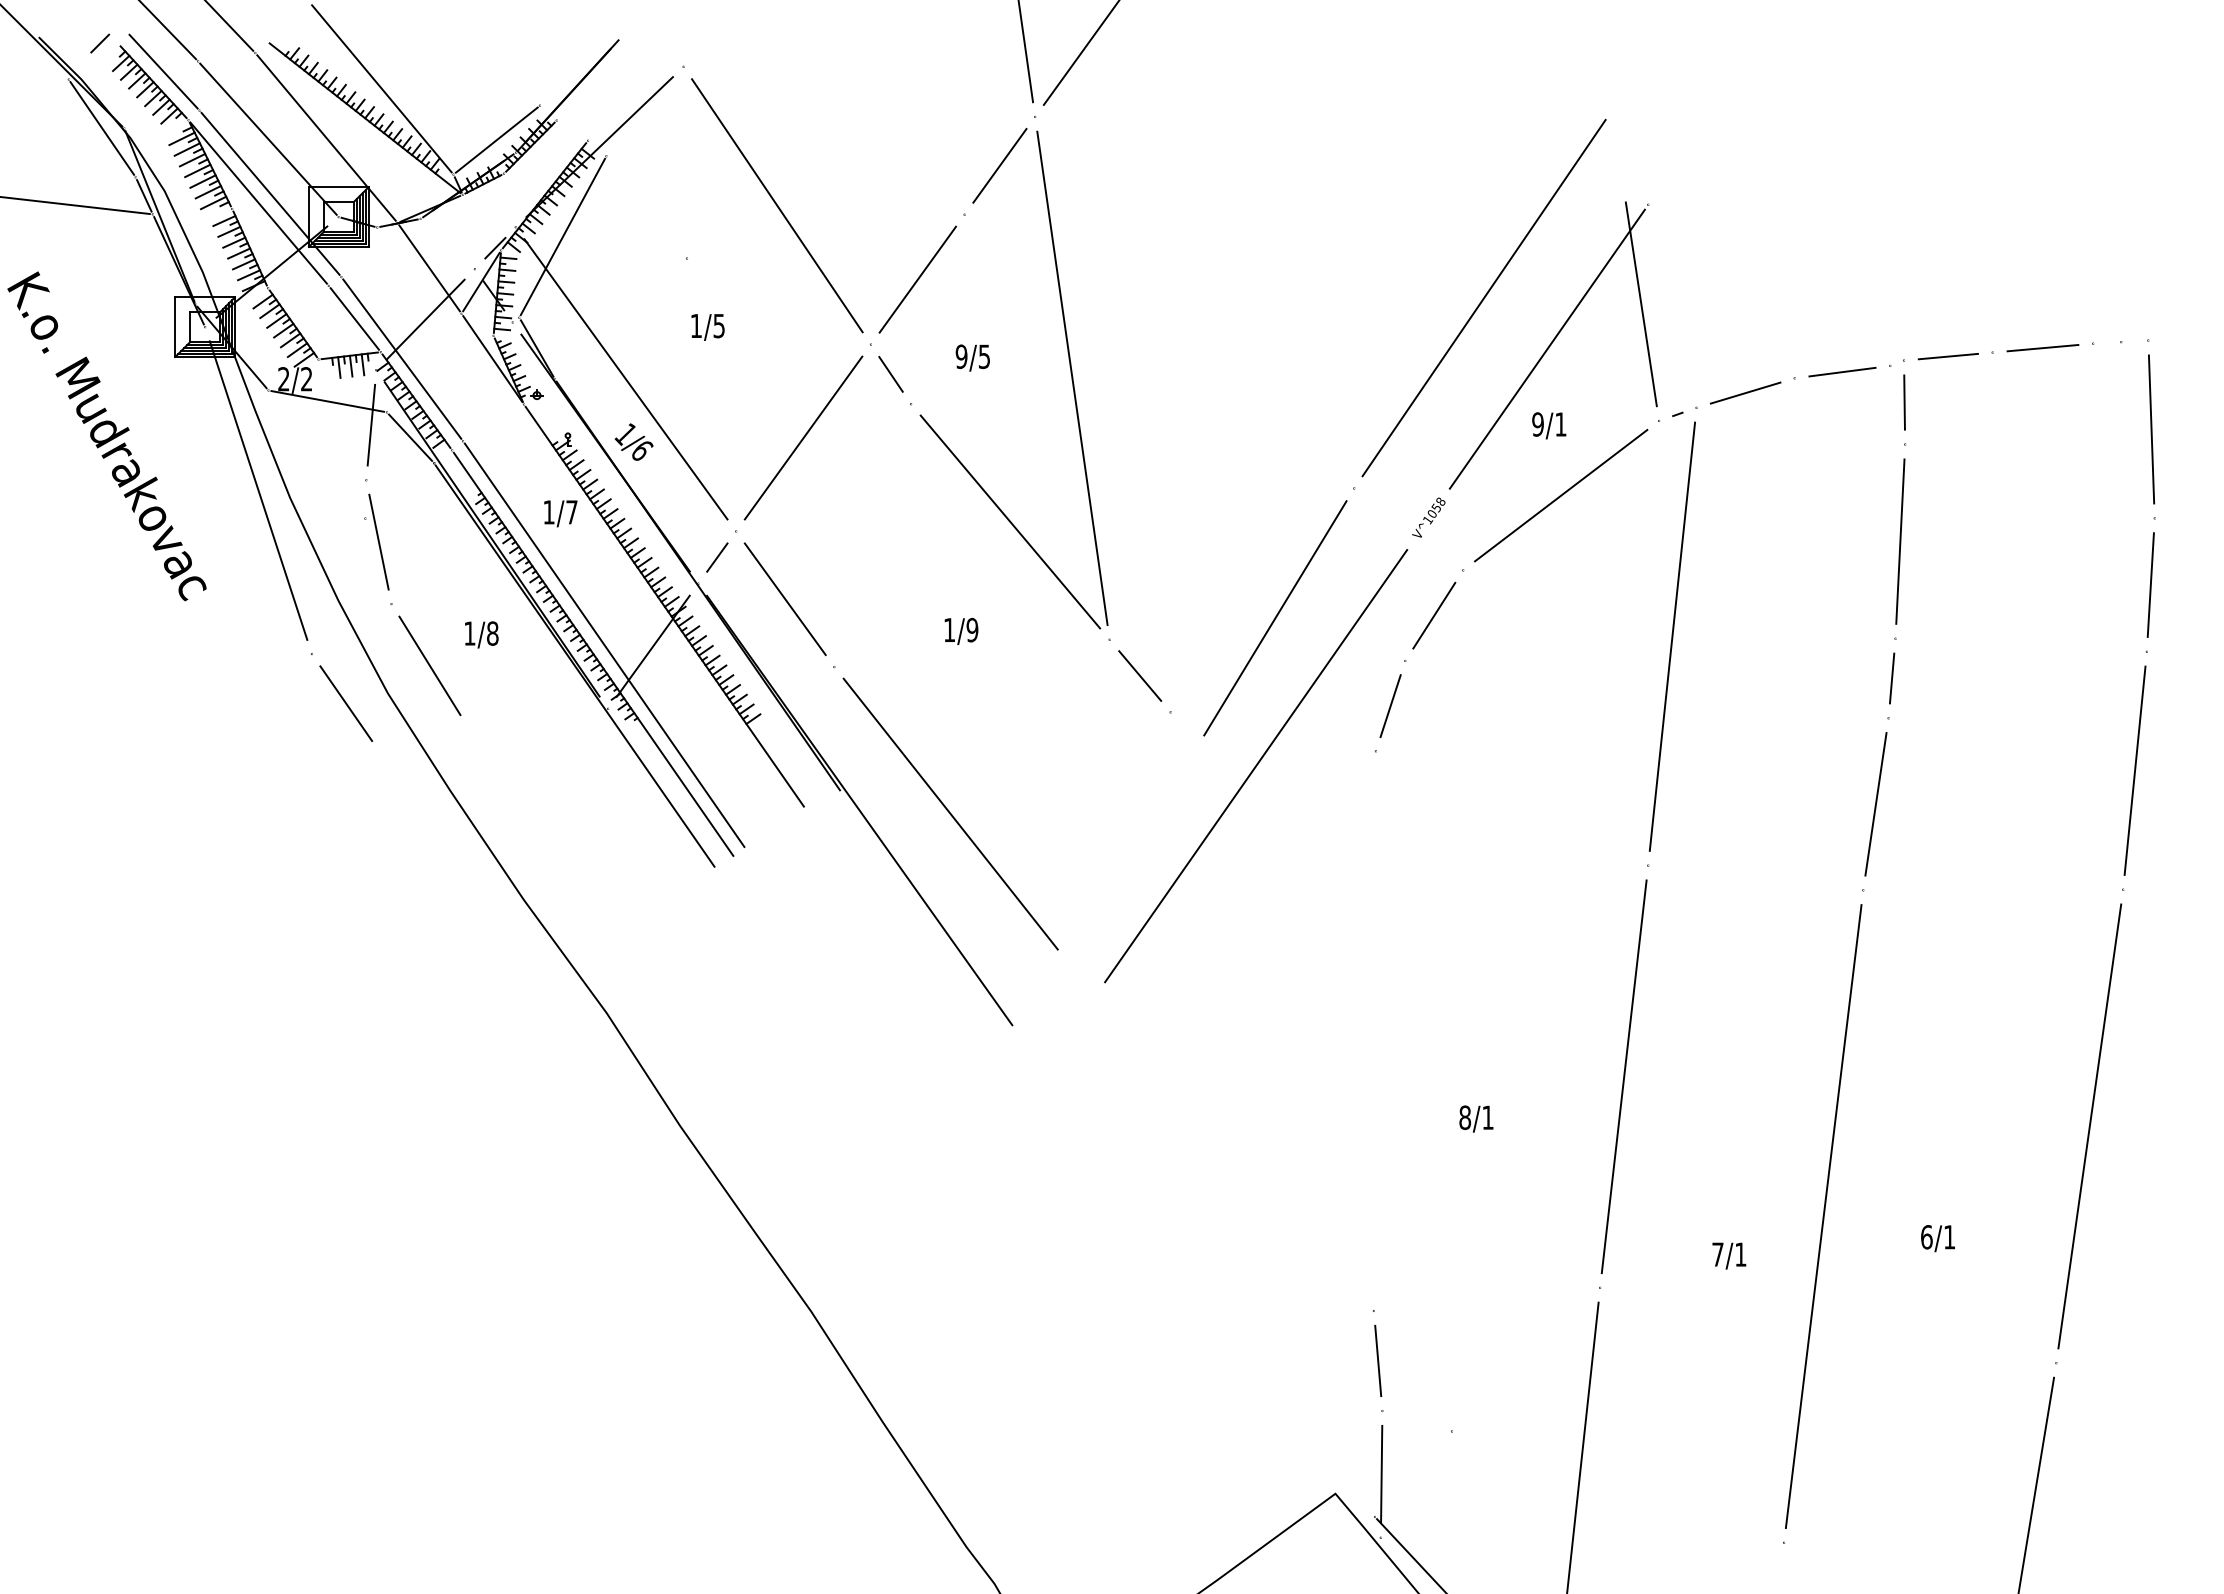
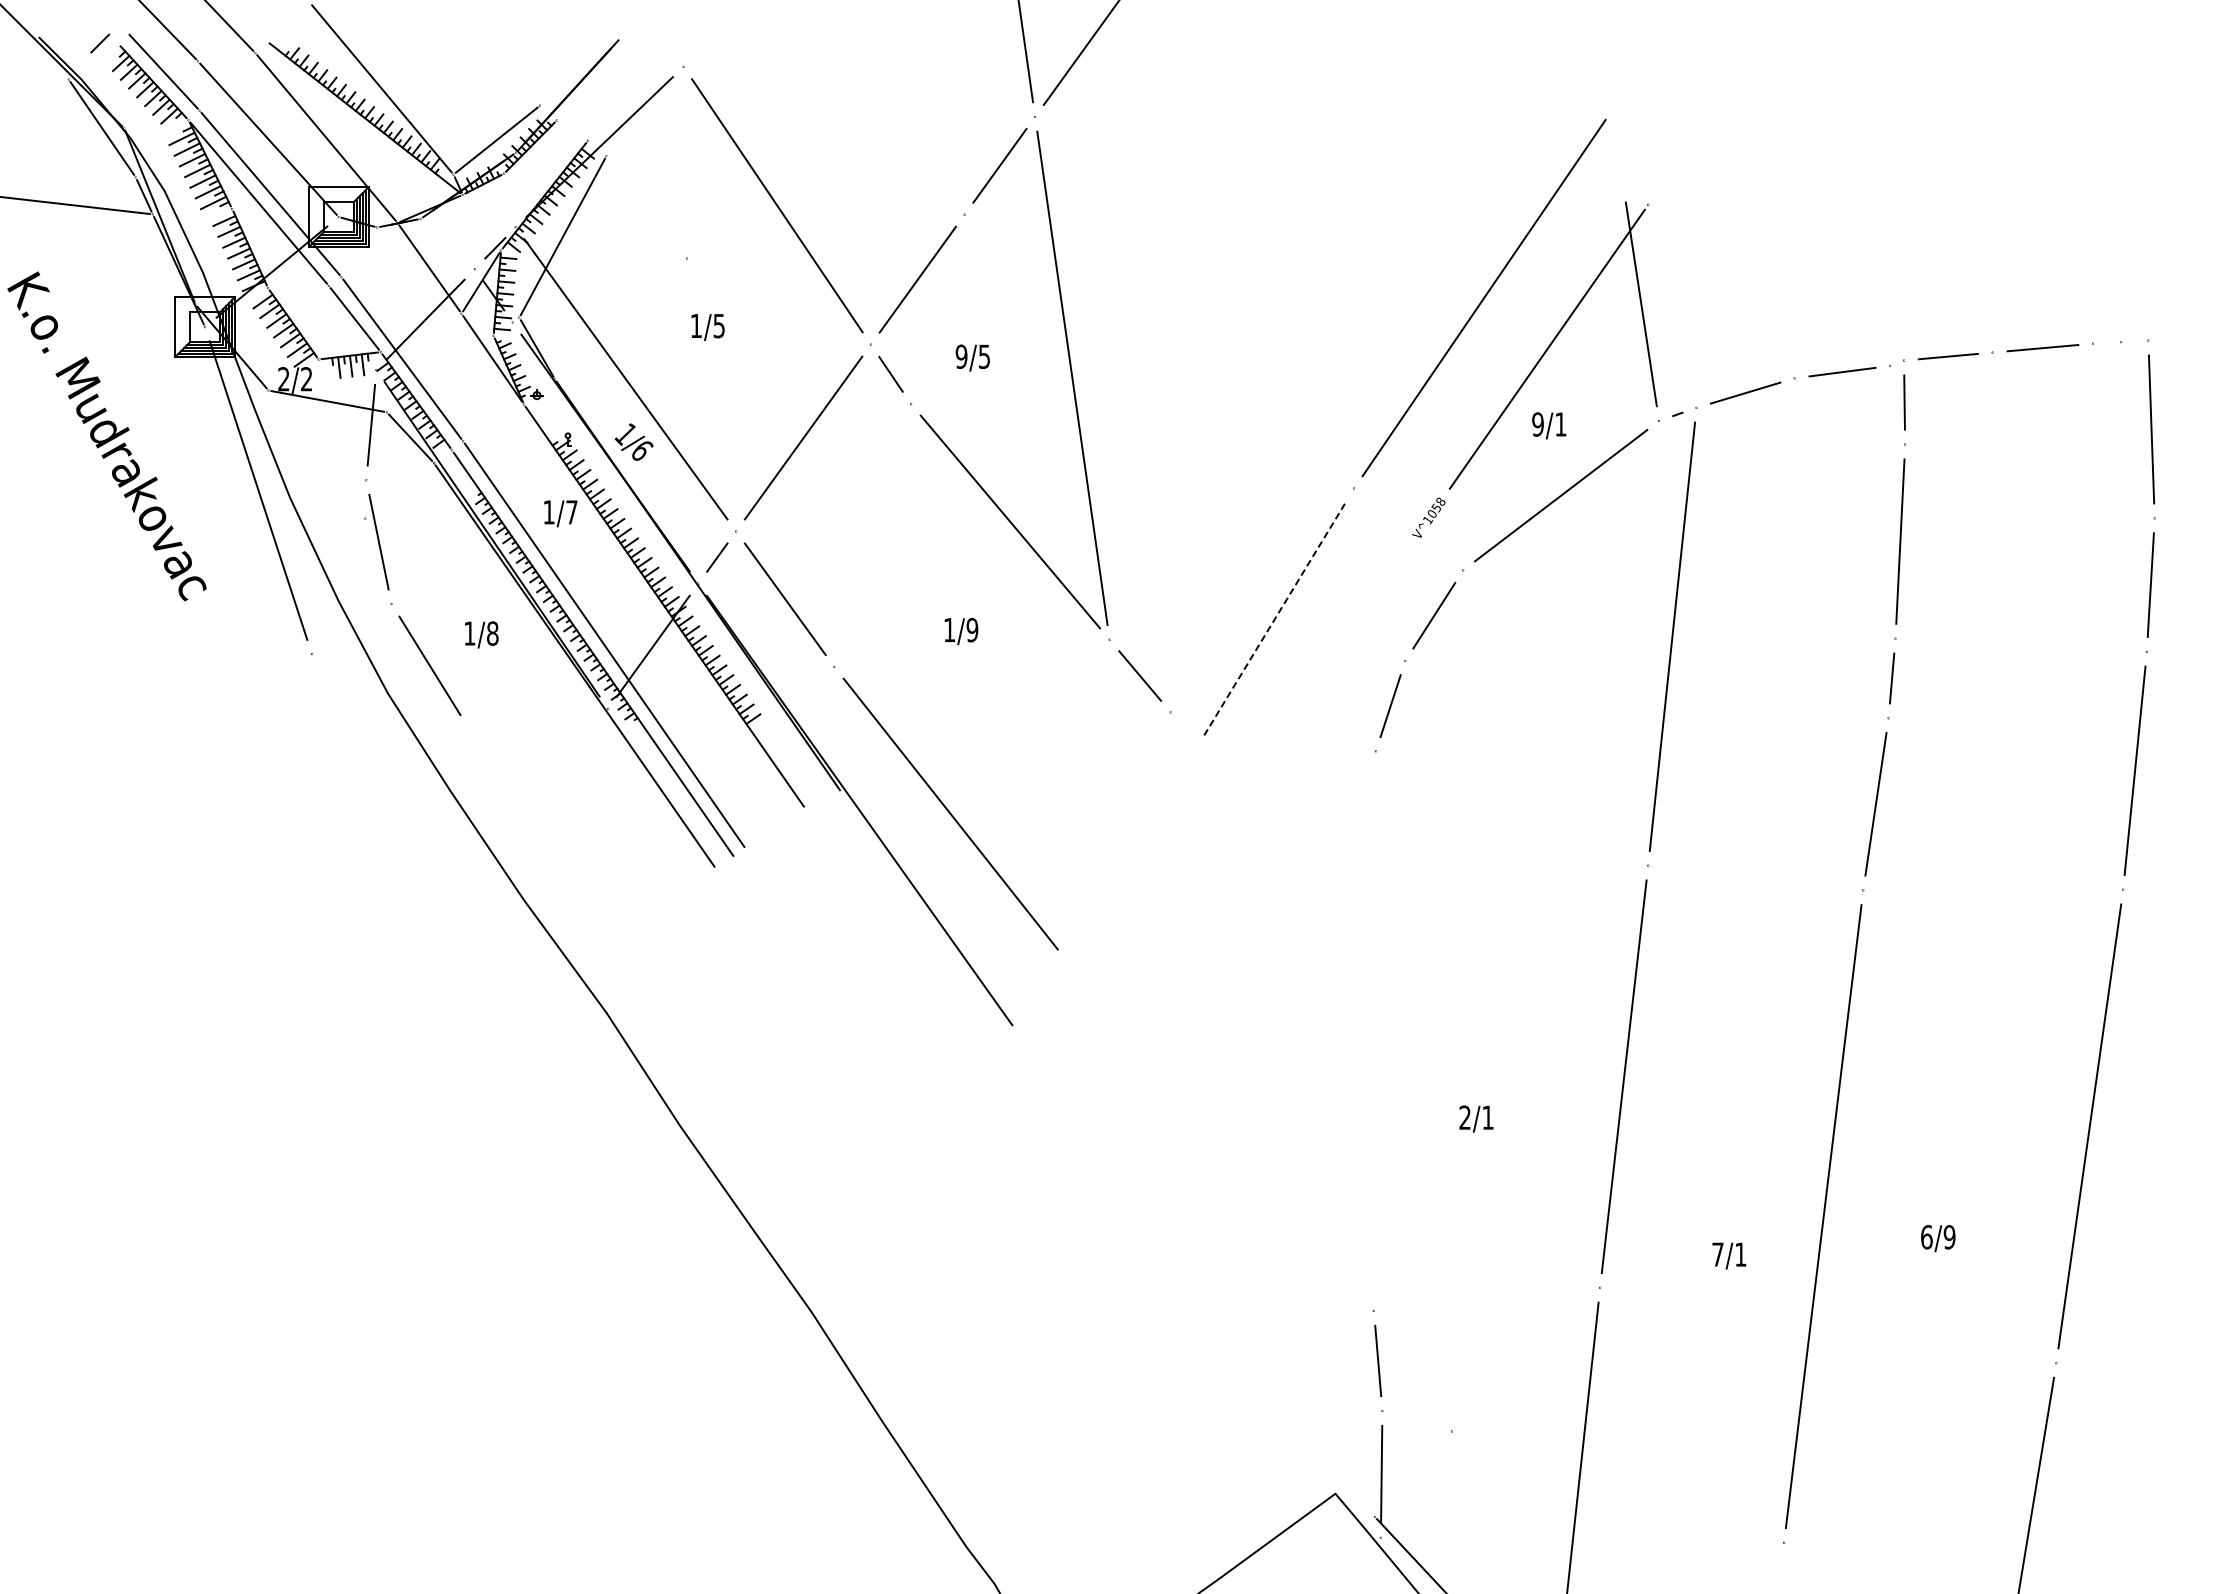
line at (1275, 617): solid -> dashed
line at (346, 703): present -> none
line at (1256, 766): present -> none
text at (1465, 1117): 8/1 -> 2/1
text at (1949, 1237): 6/1 -> 6/9
